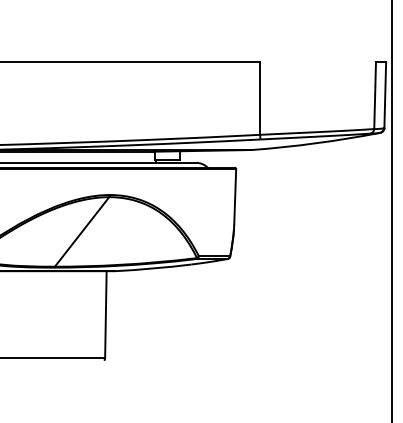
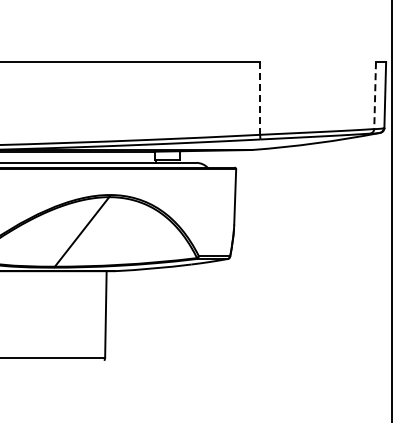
line at (375, 96): solid -> dashed
line at (260, 98): solid -> dashed
